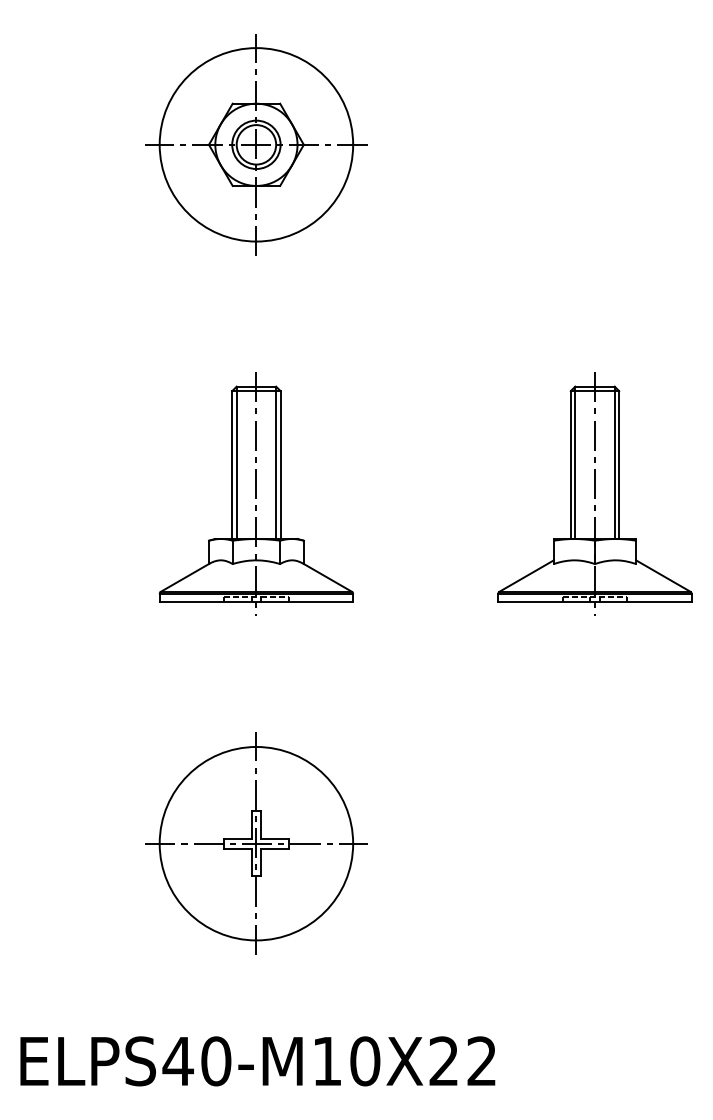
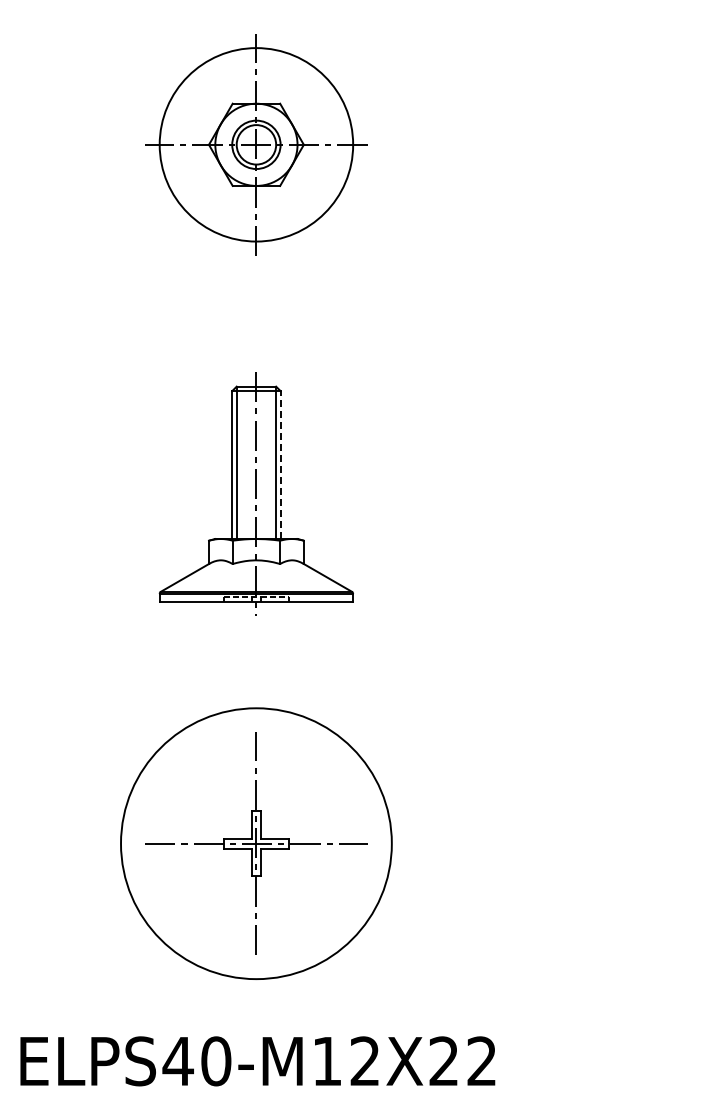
line at (280, 465): solid -> dashed
part at (594, 493): present -> none
circle at (256, 843) diameter: 193 px -> 271 px
text at (365, 1061): ELPS40-M10X22 -> ELPS40-M12X22
